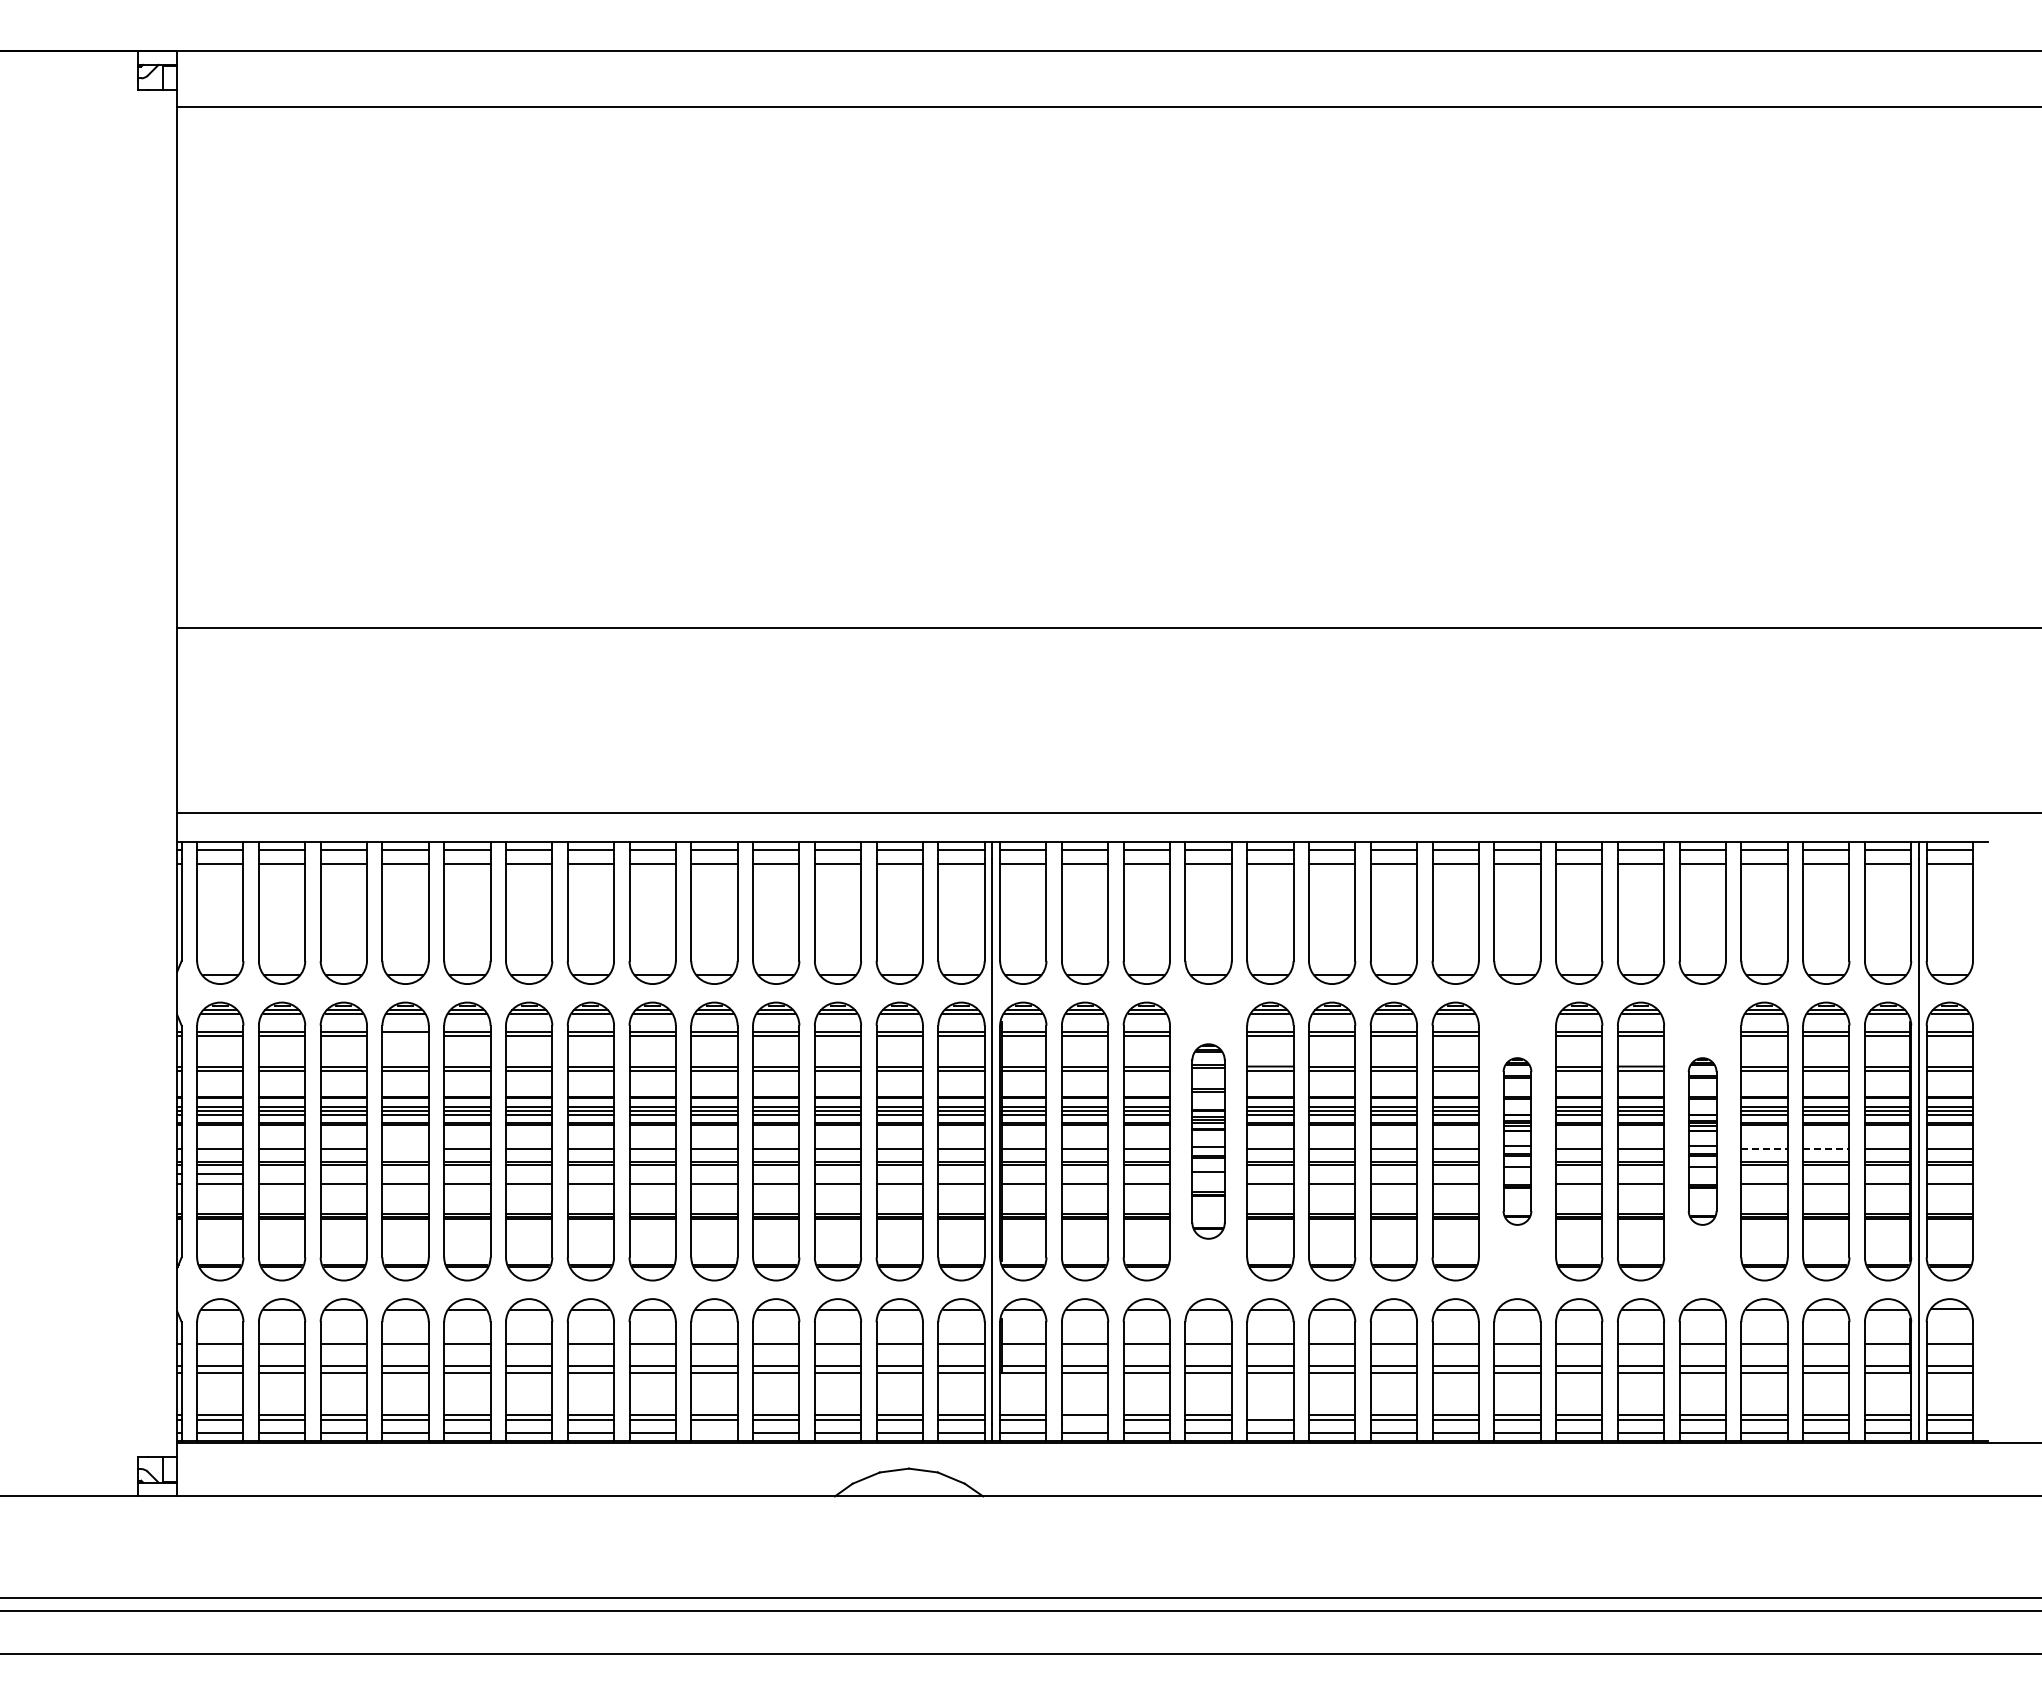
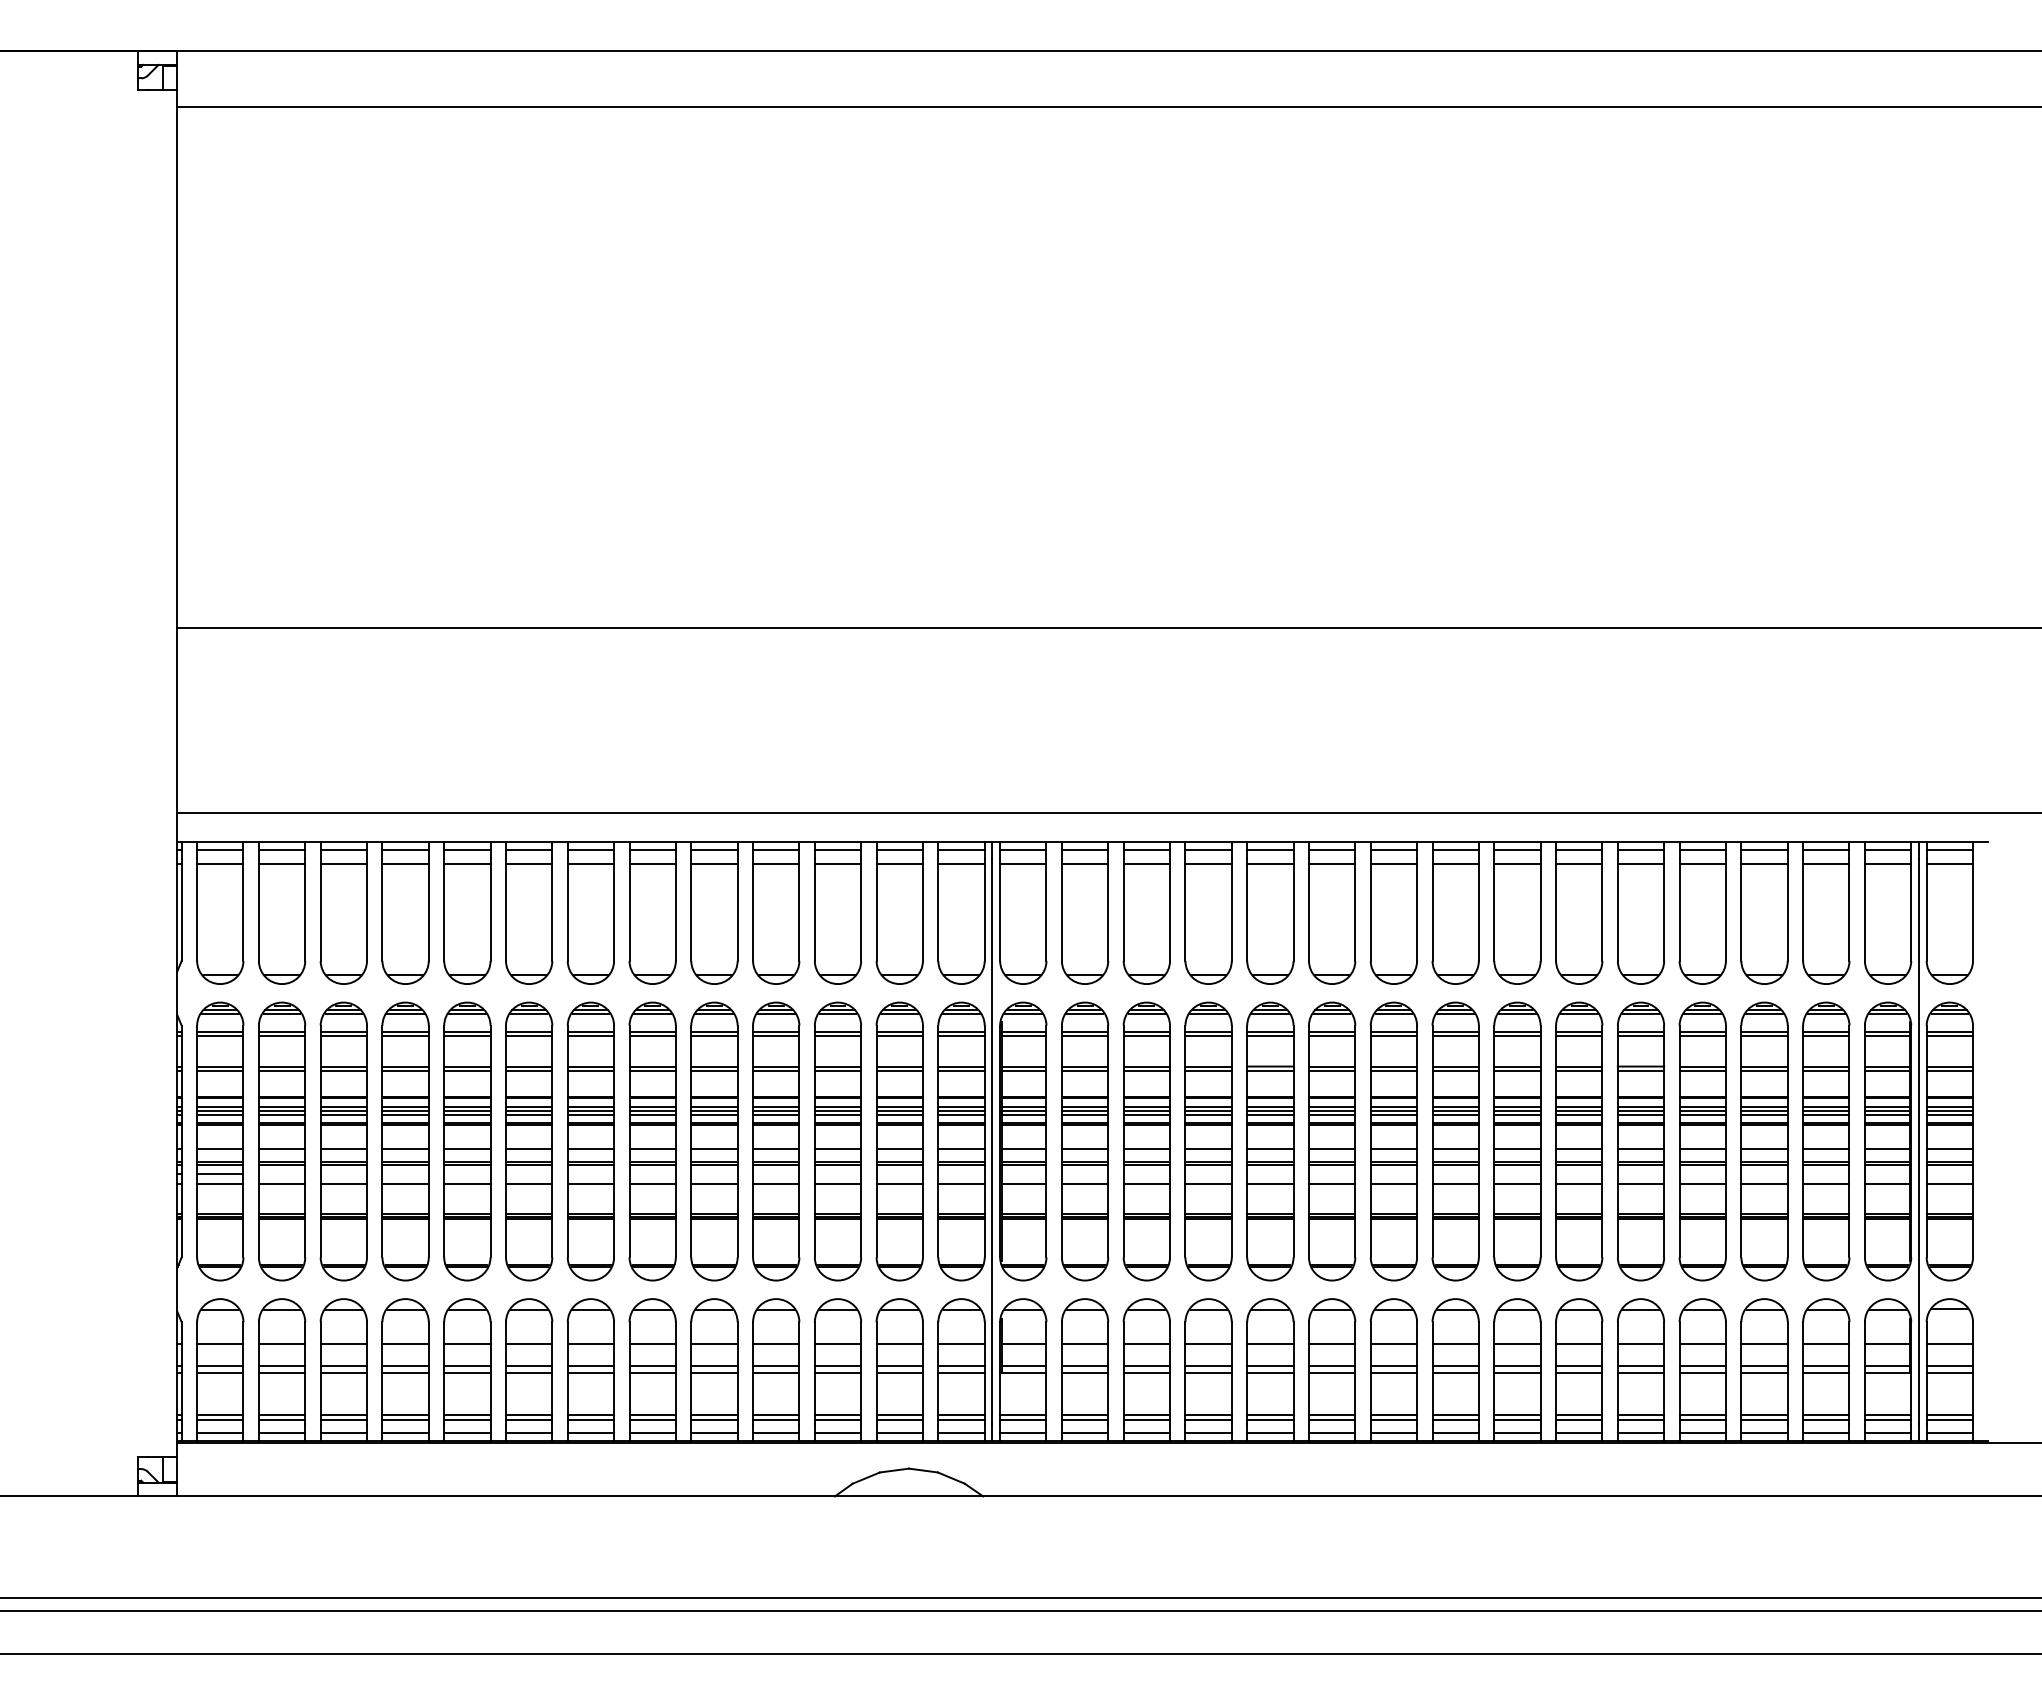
line at (405, 1036): none -> present
part at (1208, 1141) size: 35x197 px -> 49x281 px
part at (1517, 1141) size: 31x169 px -> 49x281 px
part at (1702, 1141) size: 31x169 px -> 49x281 px
line at (405, 1149): none -> present
line at (1765, 1149): dashed -> solid
line at (1826, 1149): dashed -> solid
line at (1270, 1414): none -> present
line at (1084, 1419): none -> present
line at (714, 1433): none -> present
